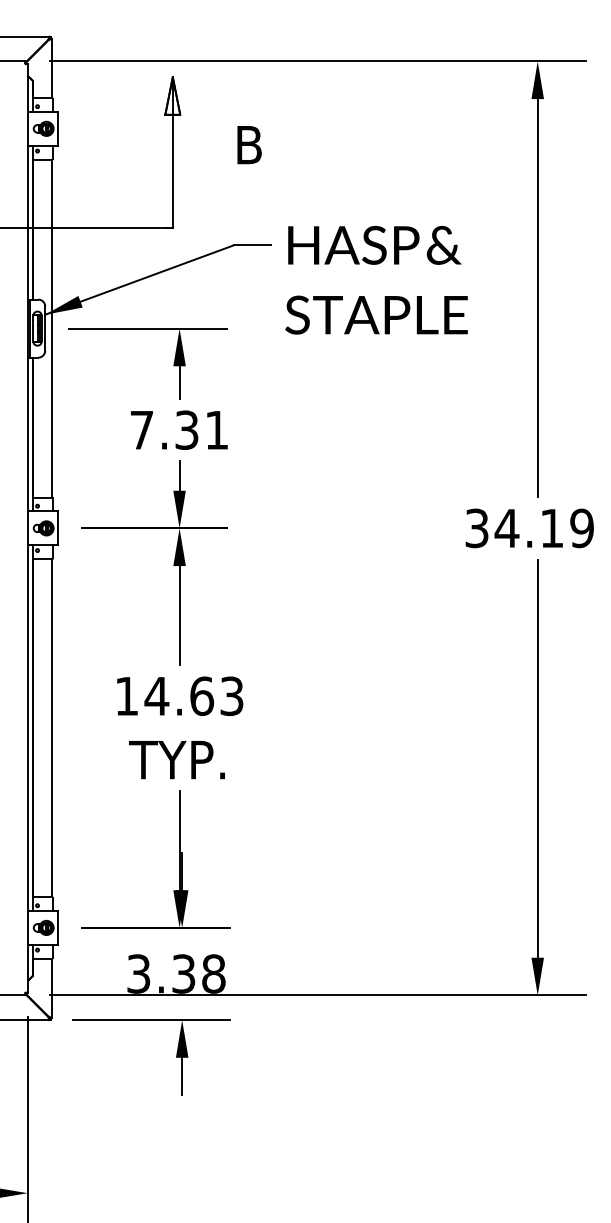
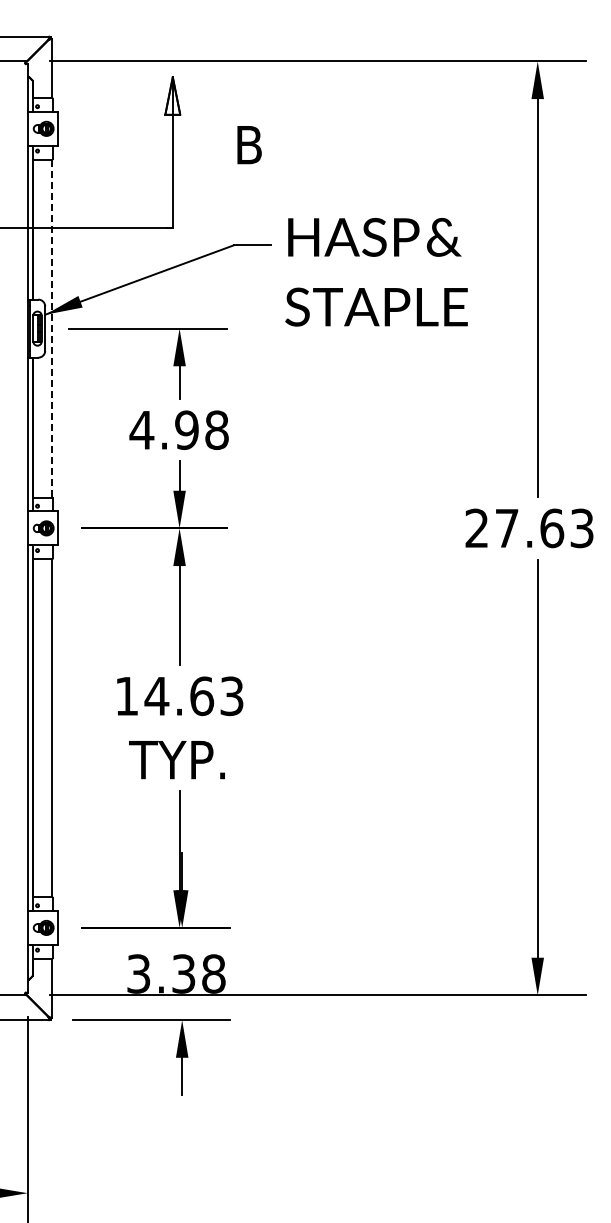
text at (376, 279) position: (376, 279) -> (376, 271)
line at (51, 329): solid -> dashed
text at (178, 429): 7.31 -> 4.98
text at (529, 528): 34.19 -> 27.63
